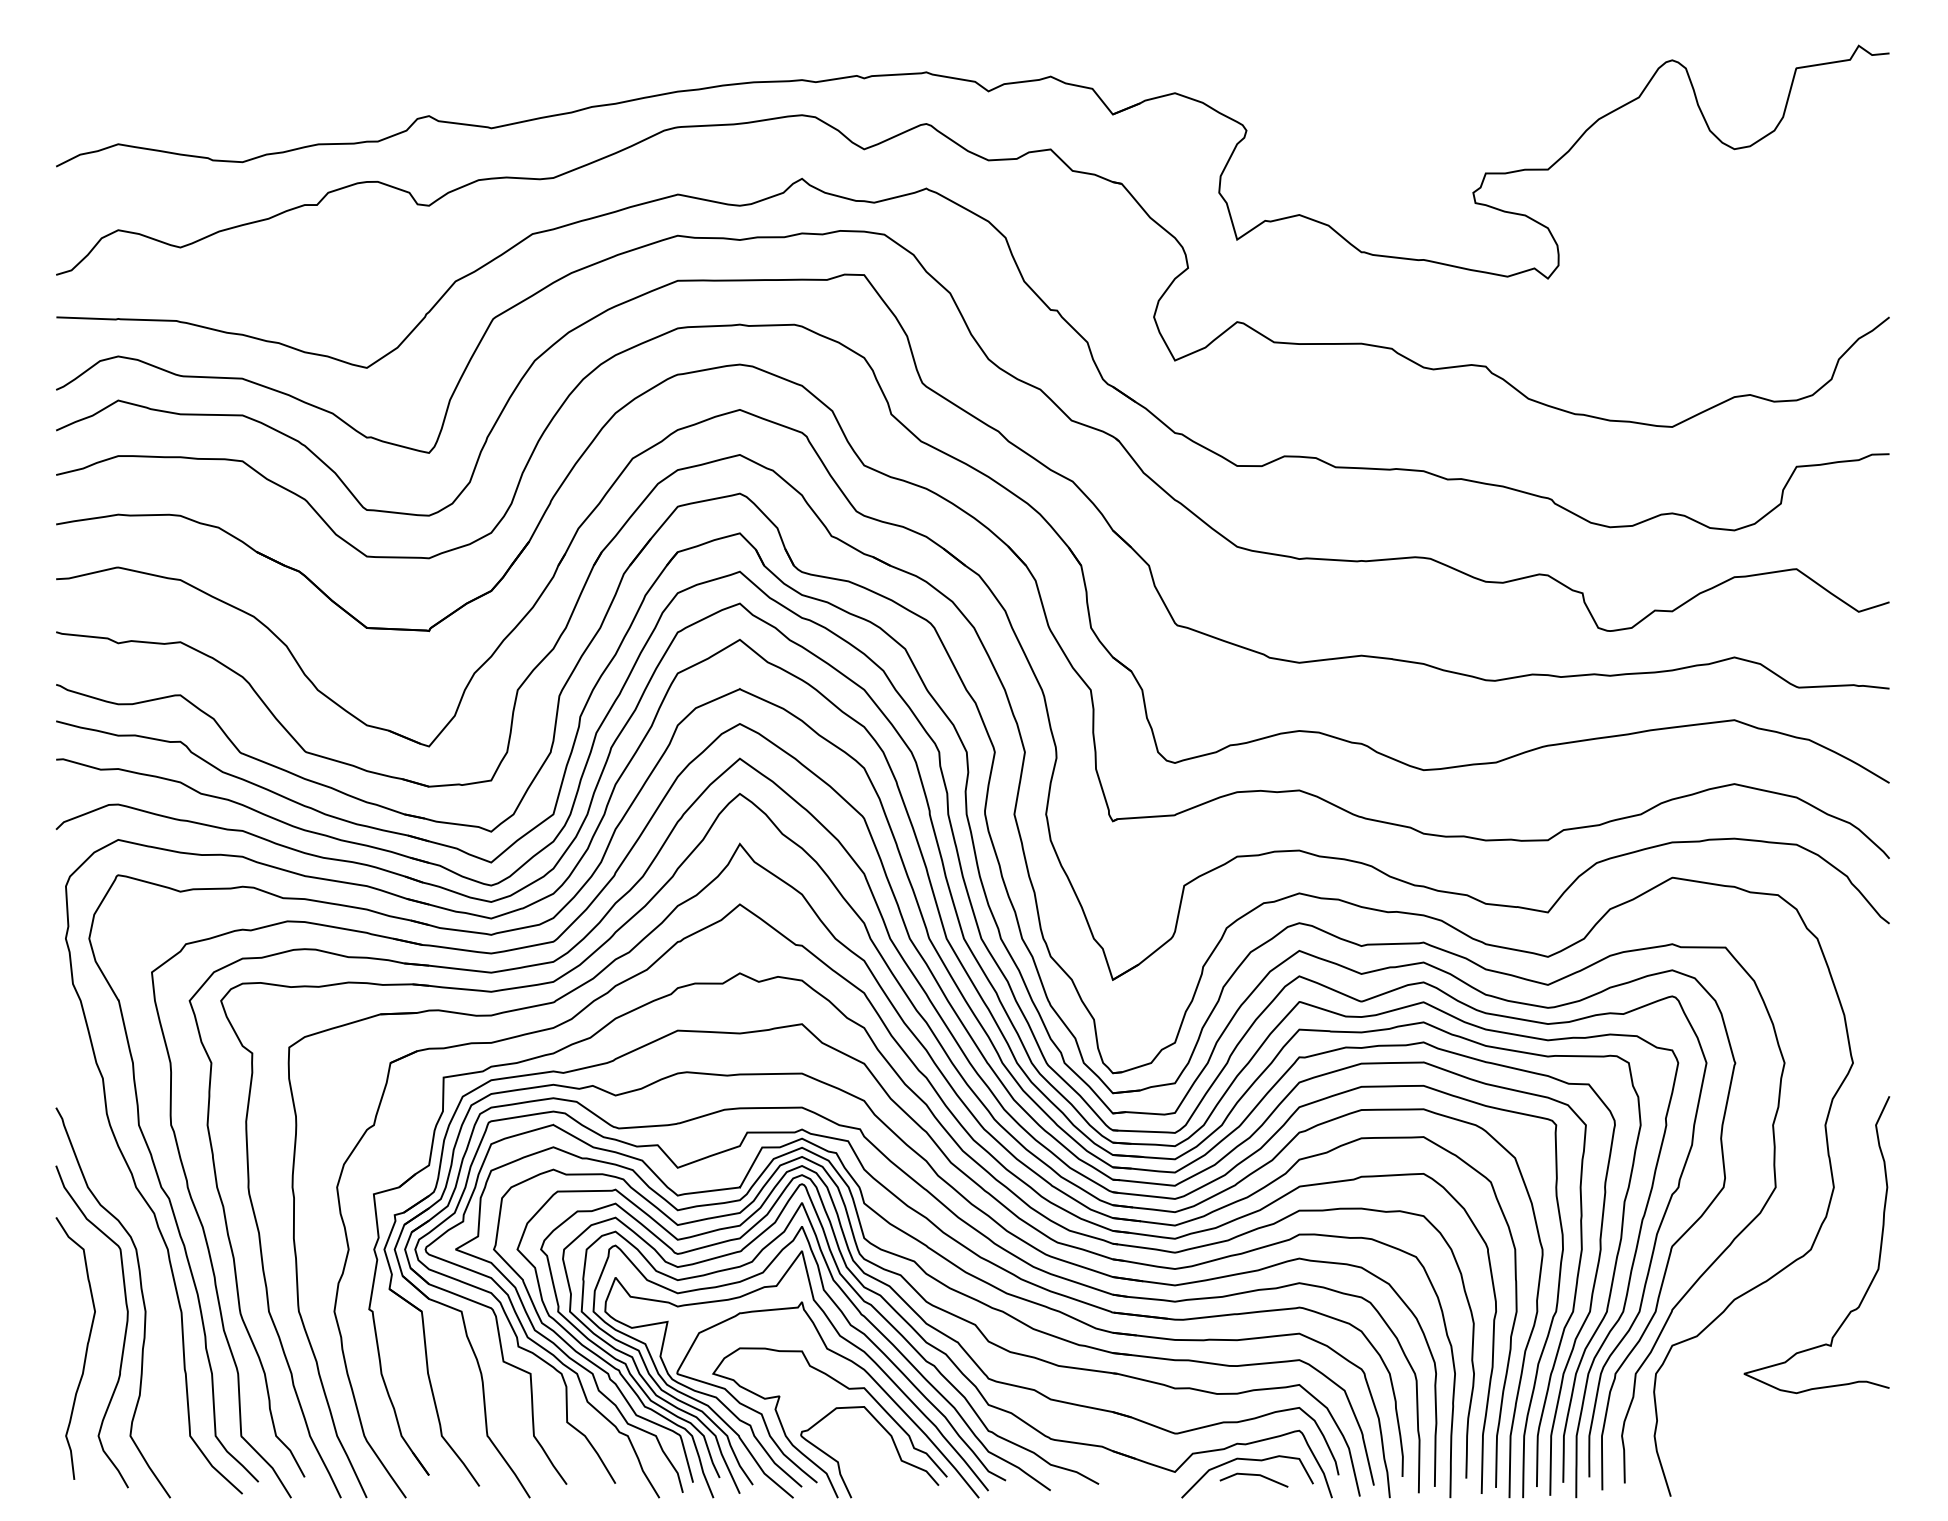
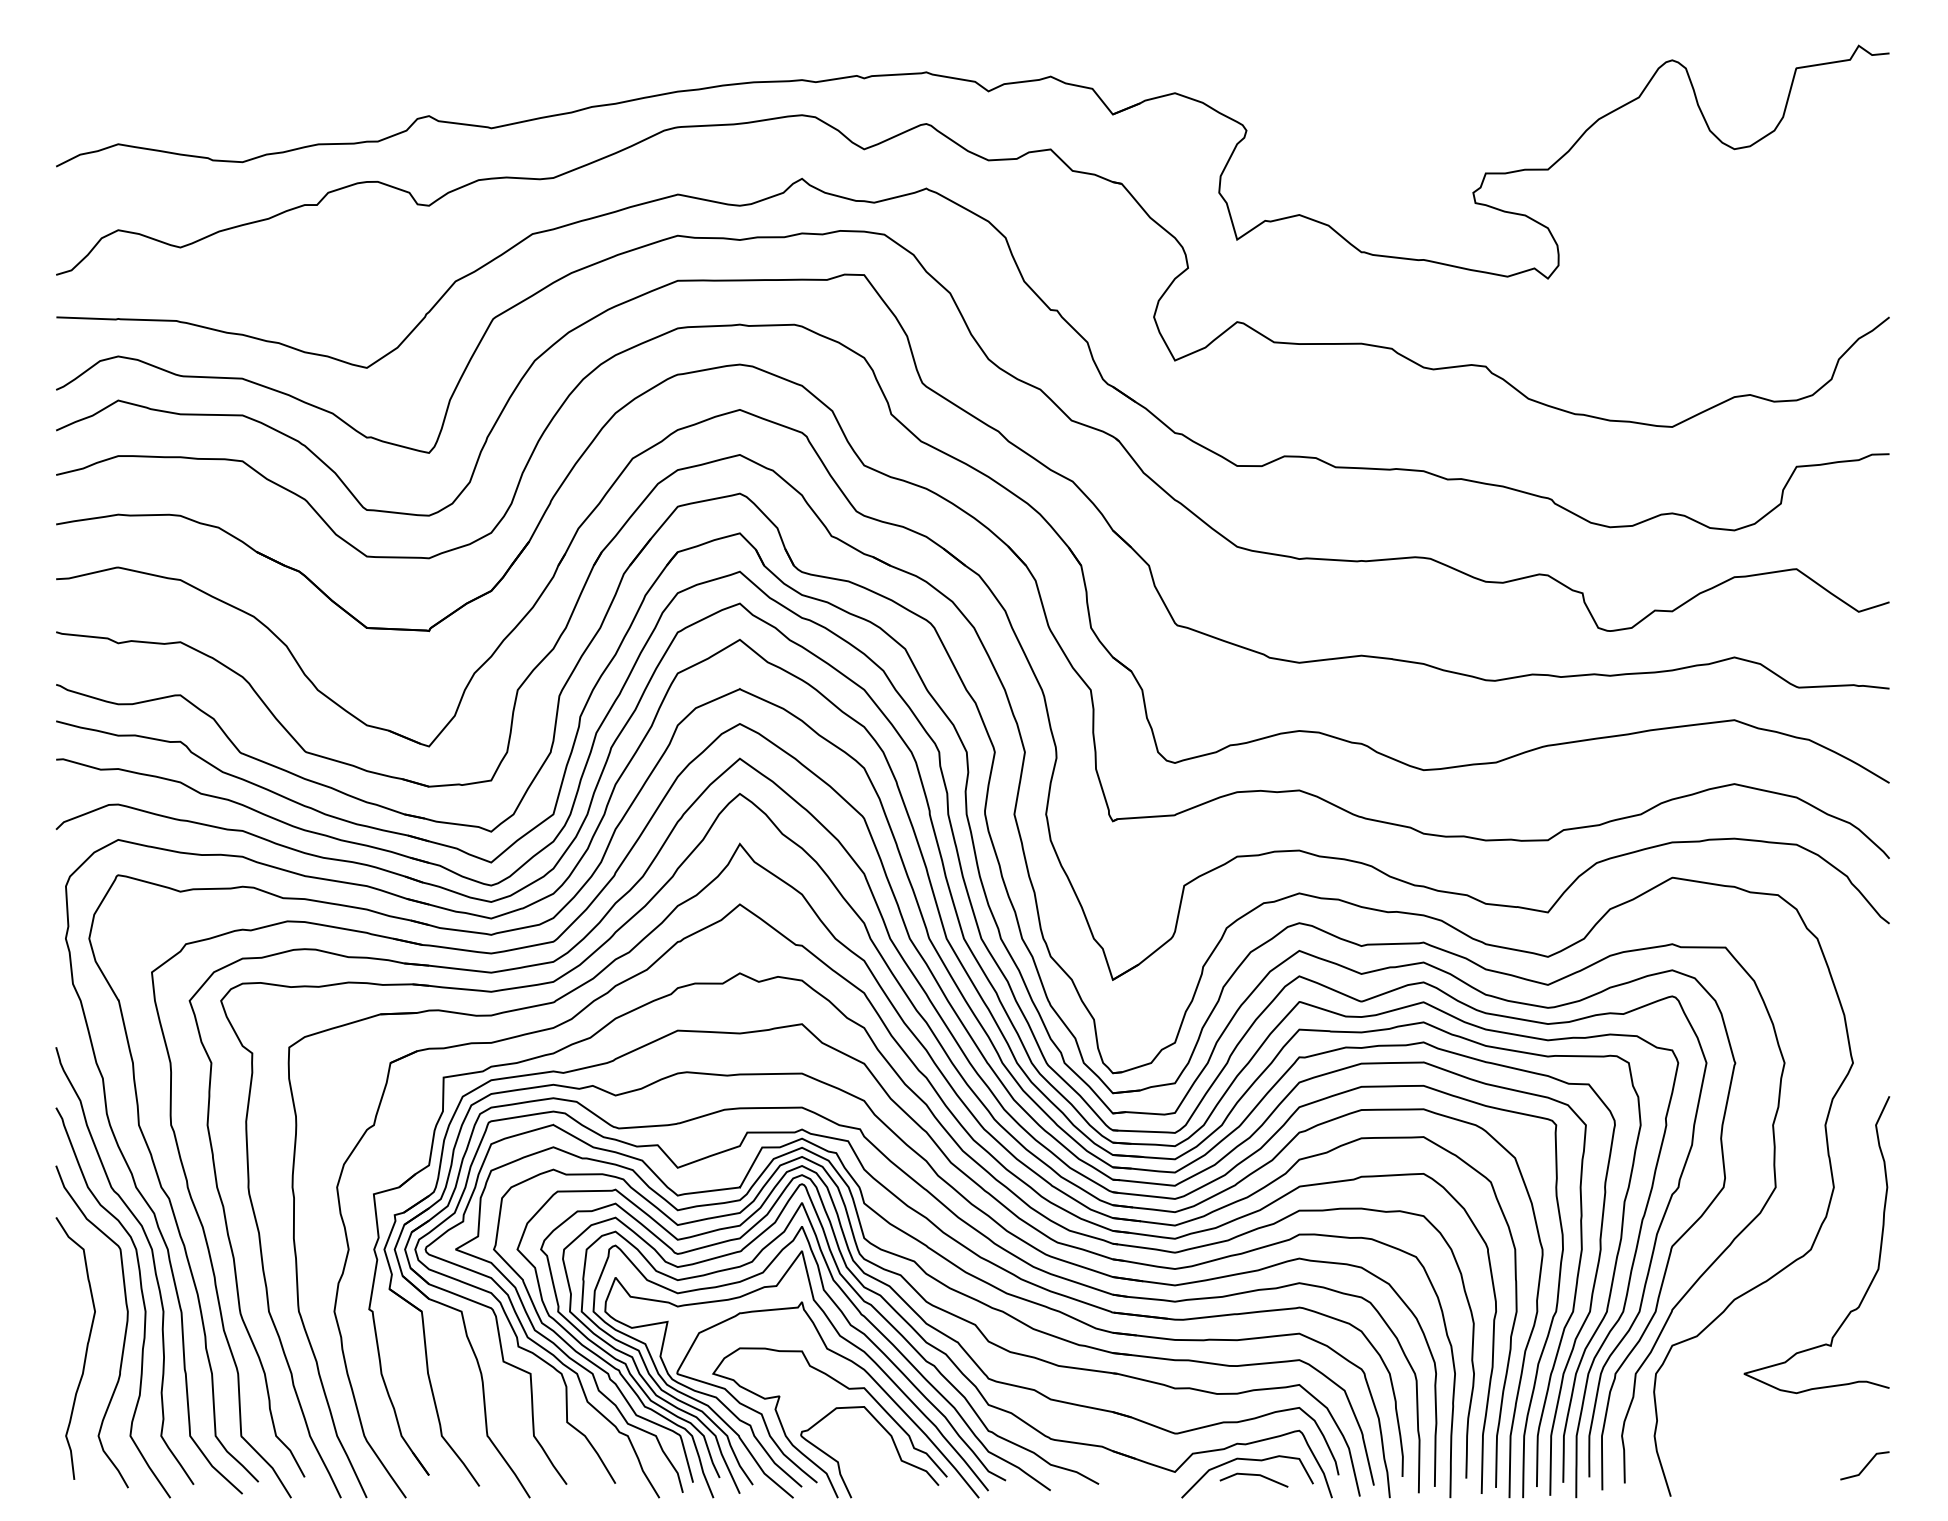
curve at (152, 1260): none -> present
line at (1865, 1465): none -> present
